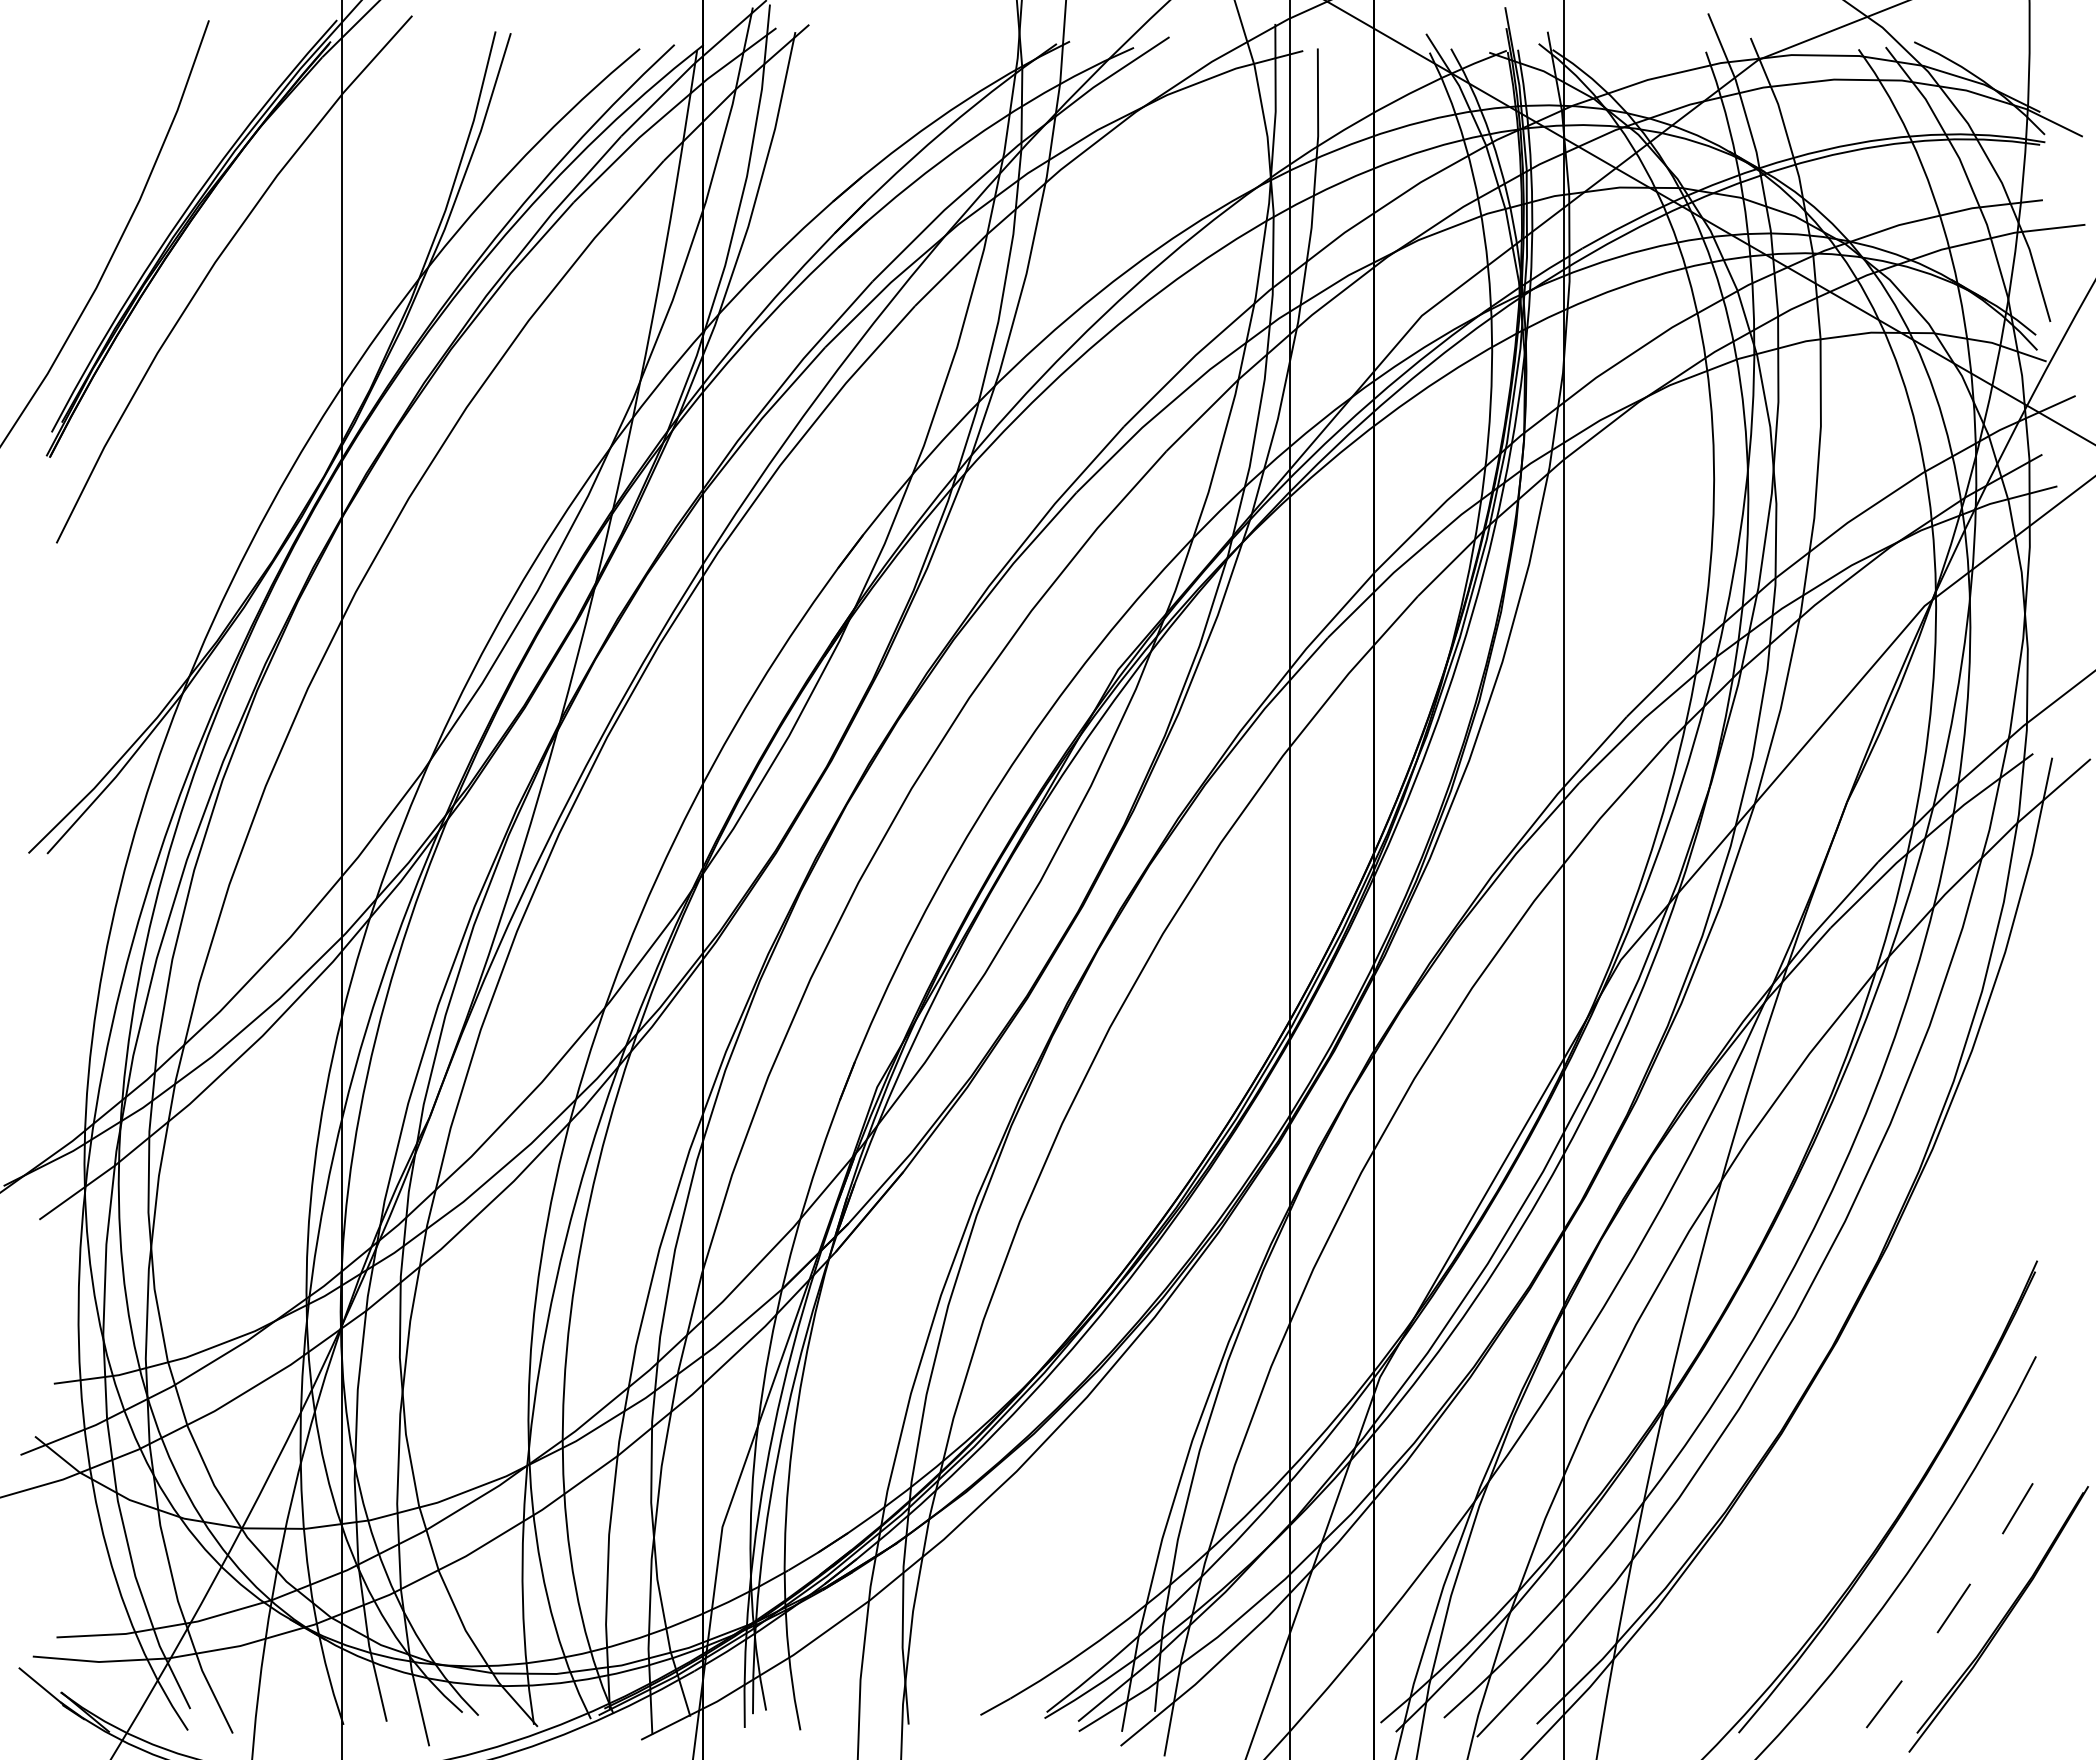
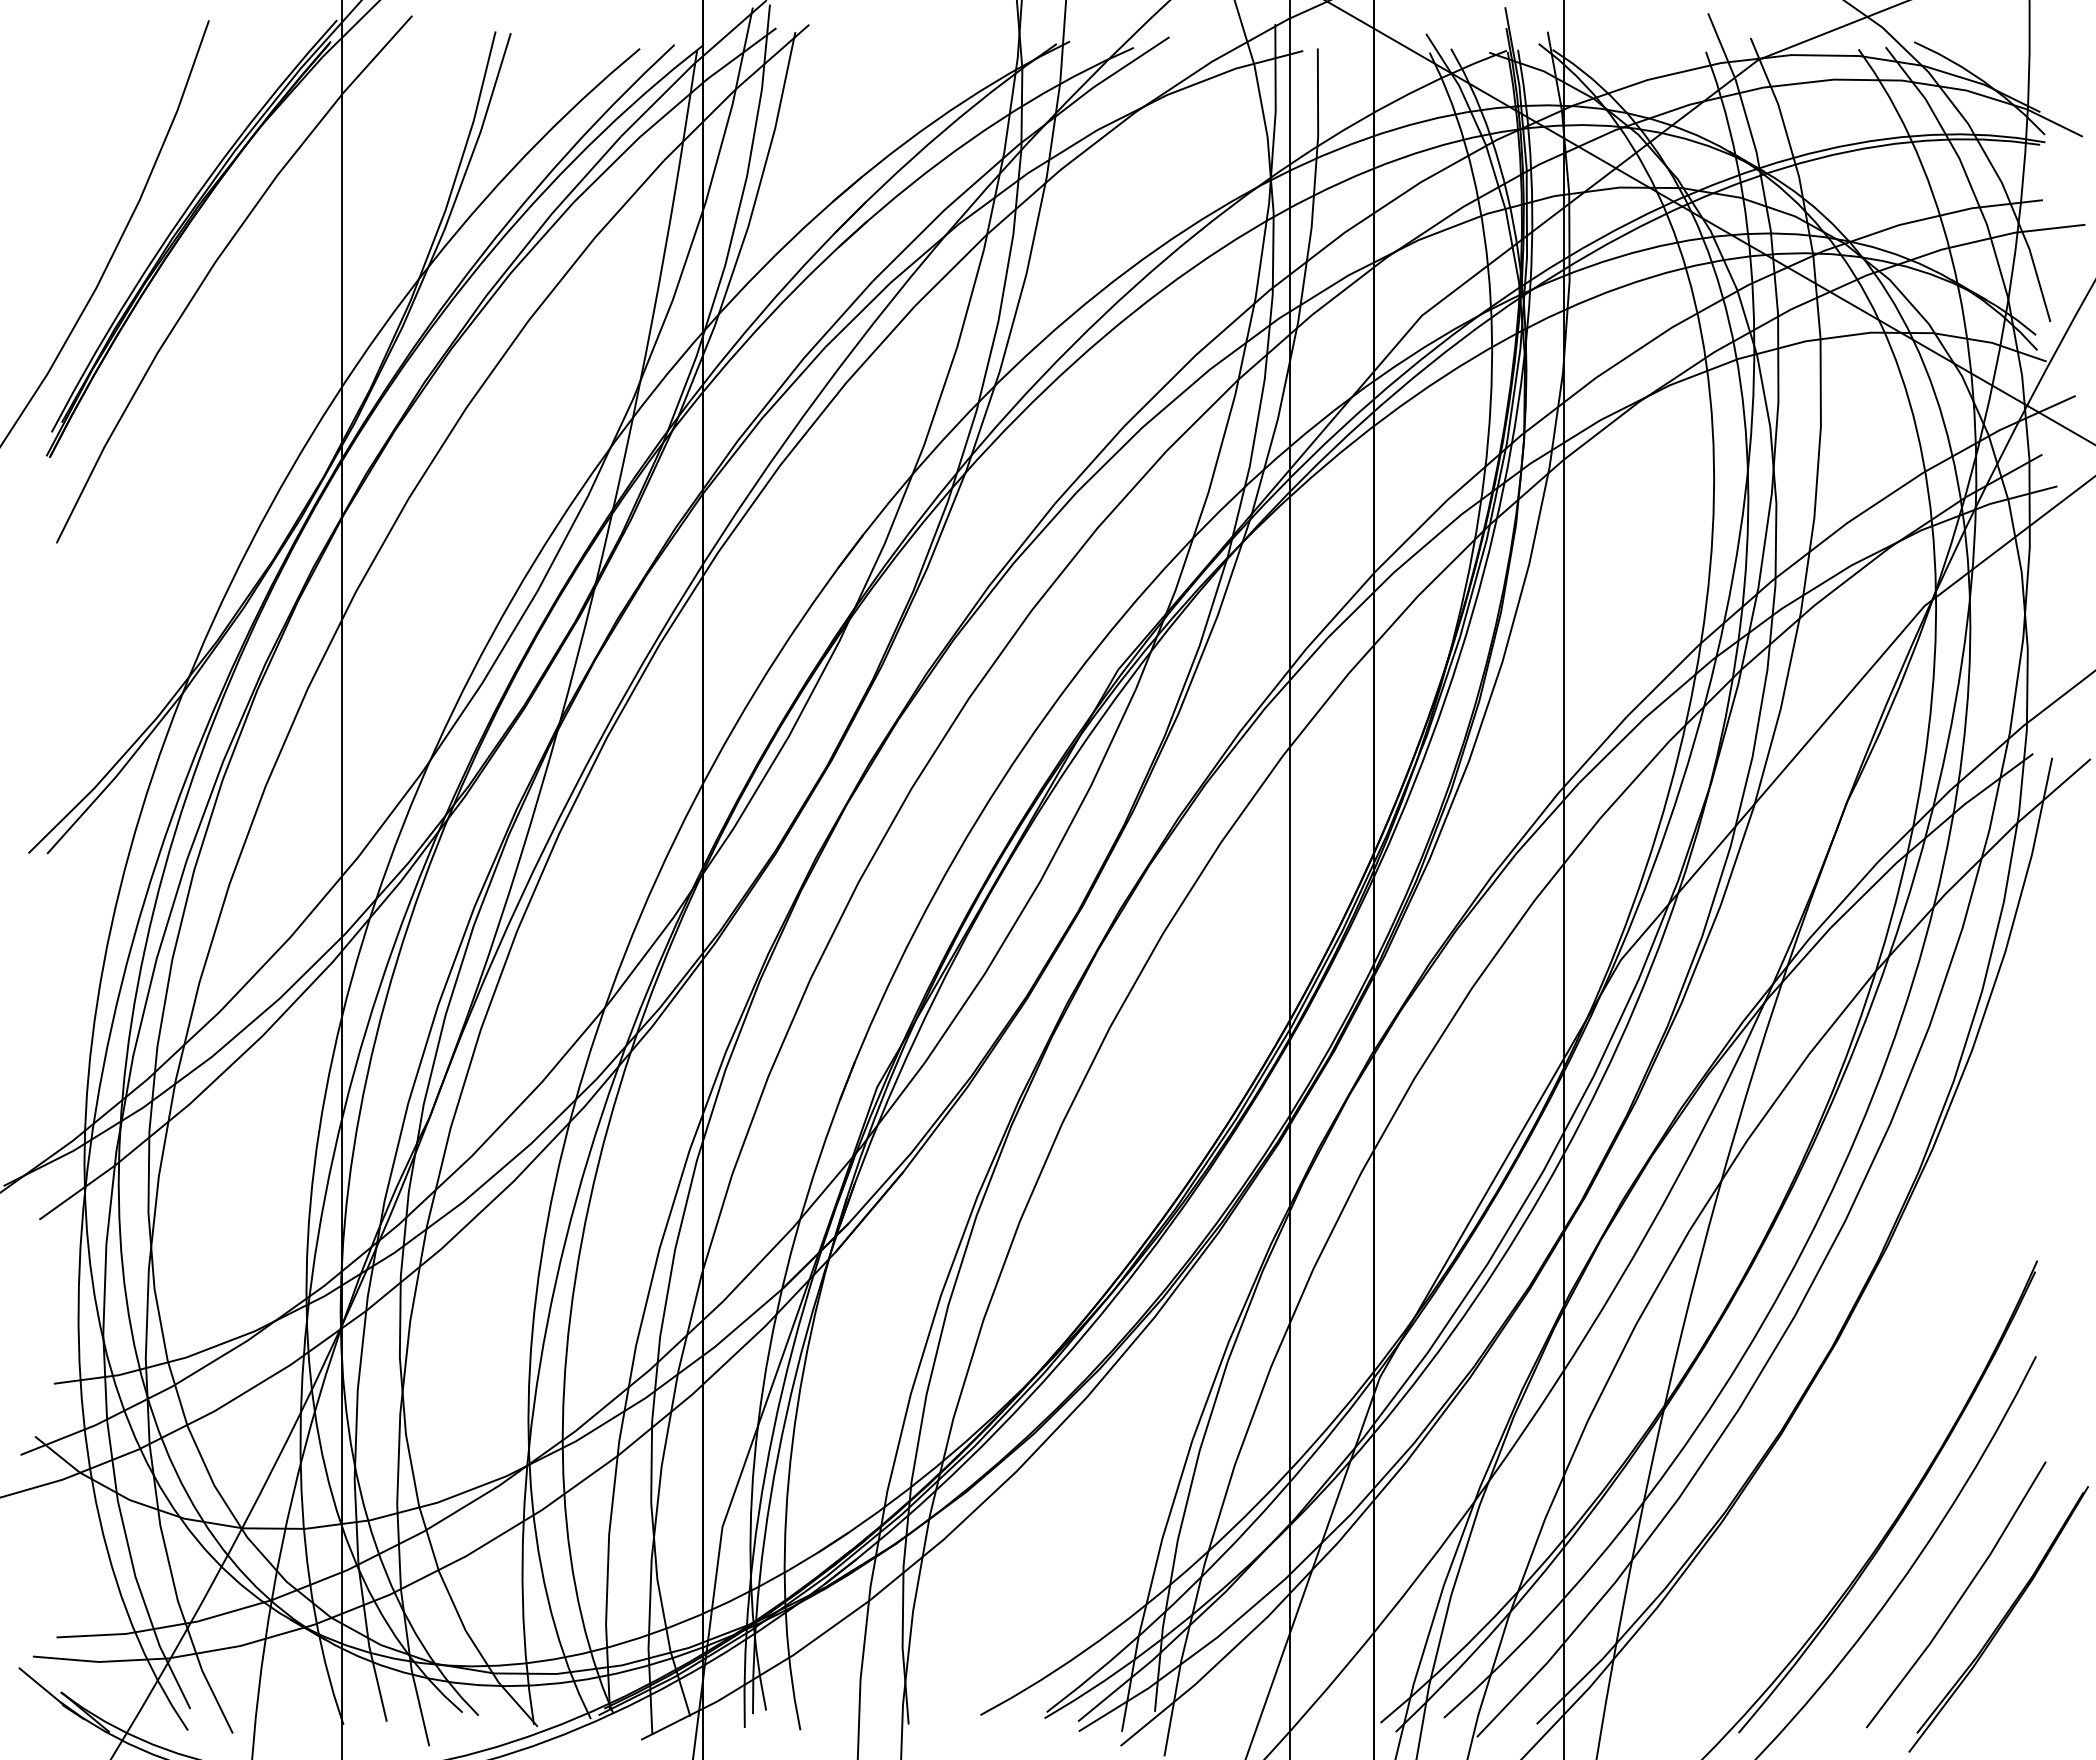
line at (1961, 1597): dashed -> solid
